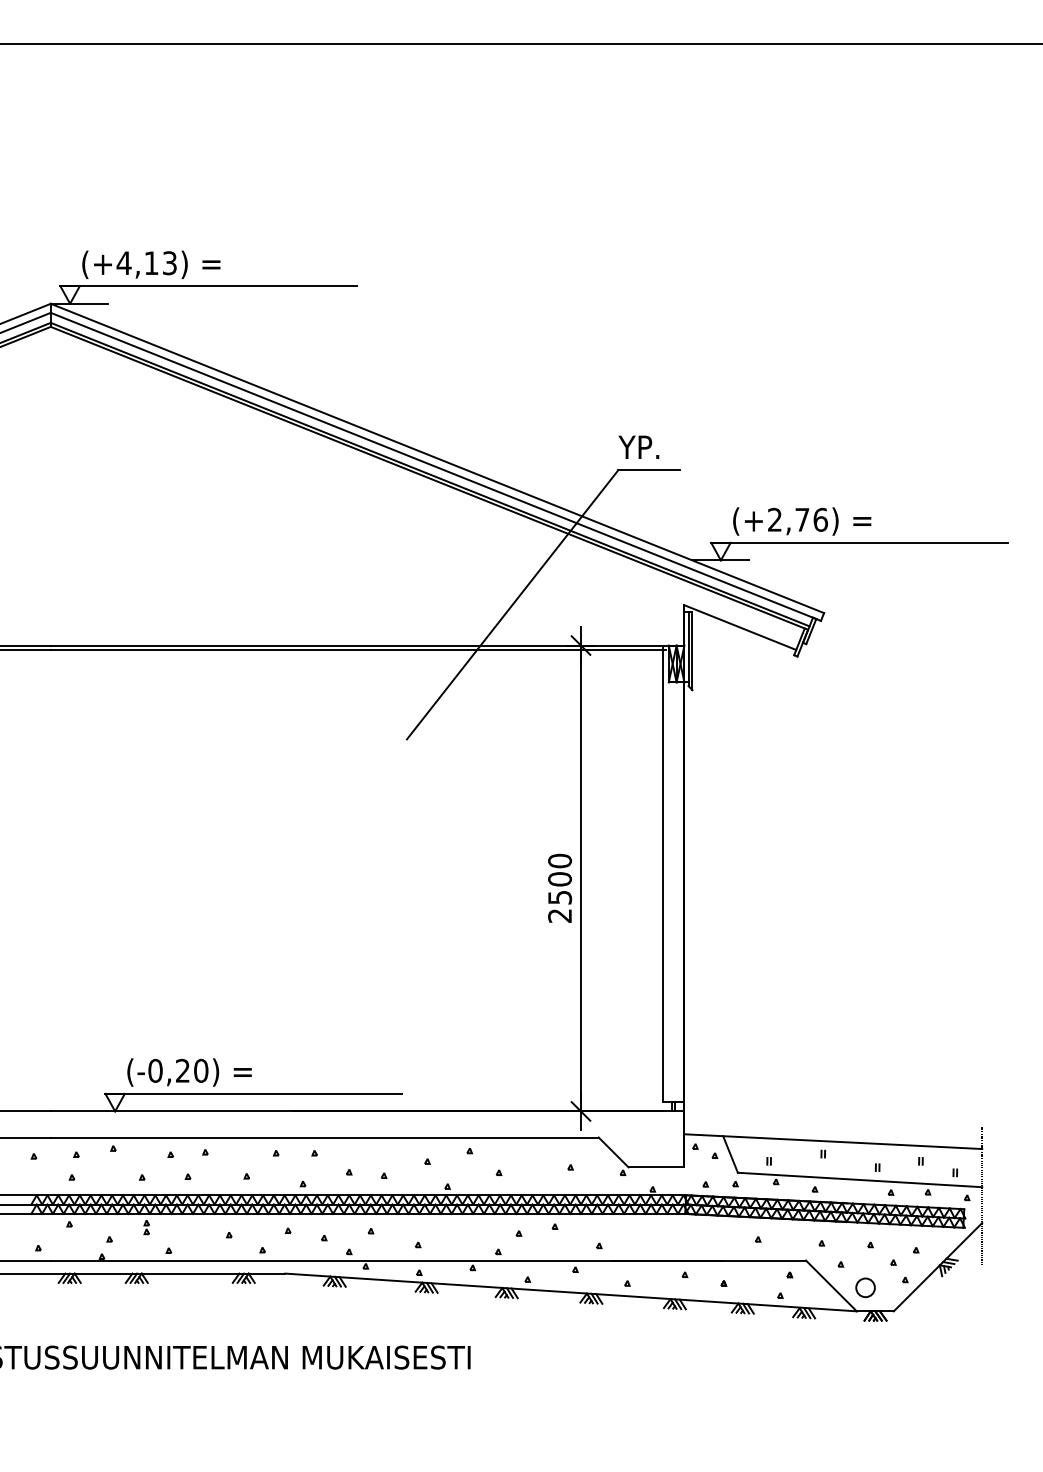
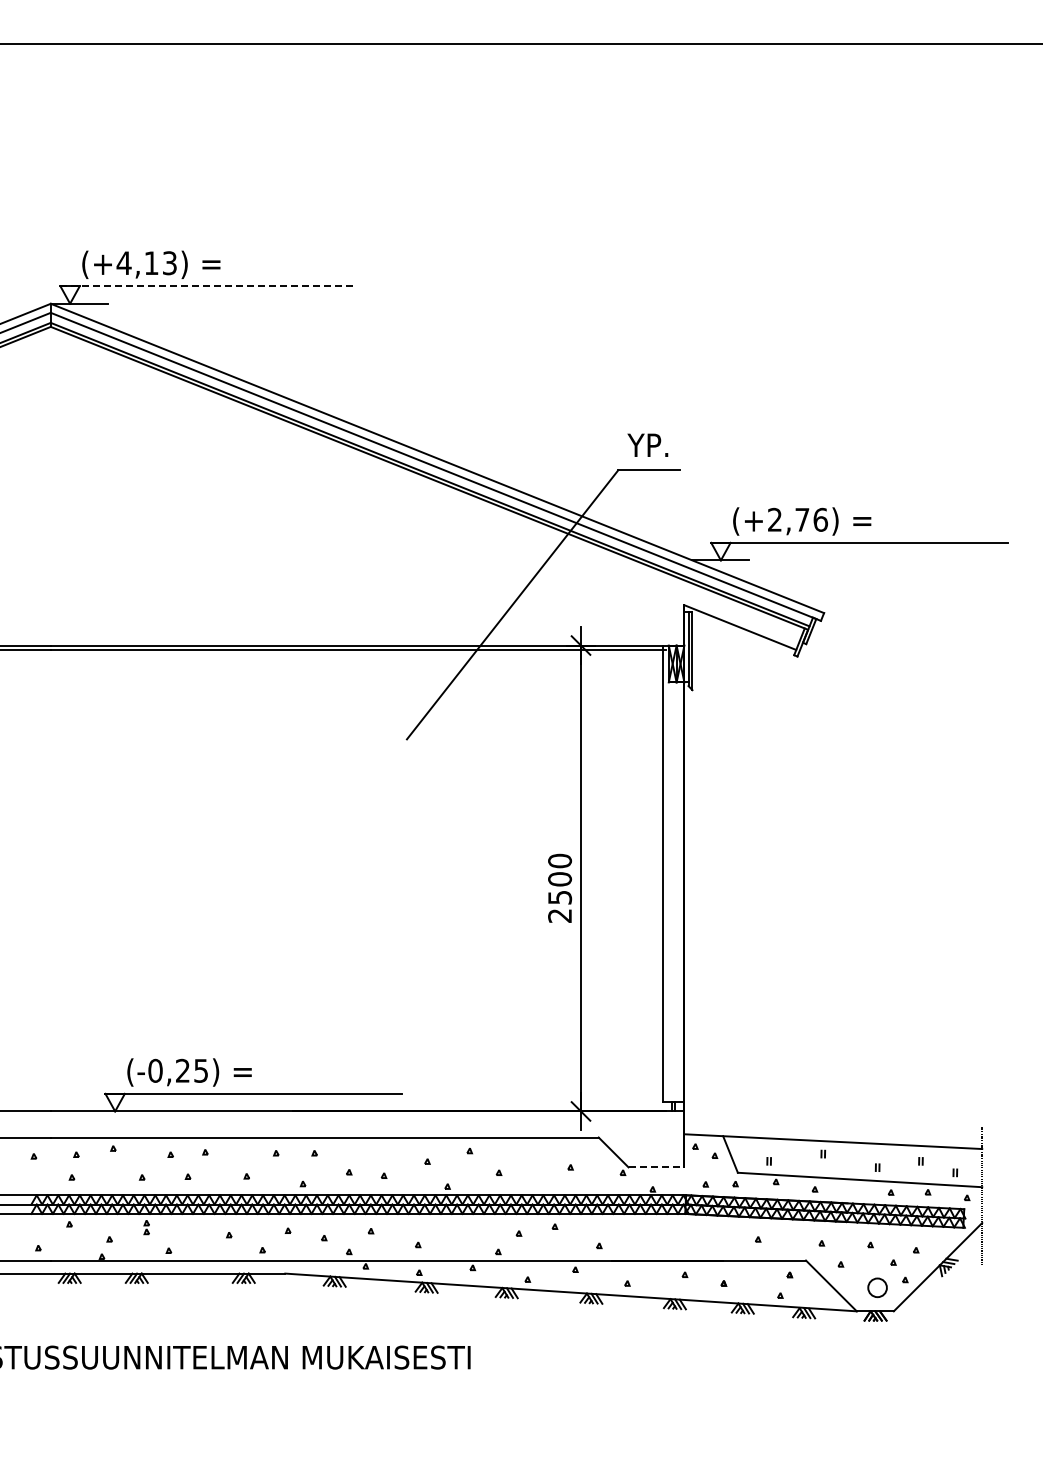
line at (209, 286): solid -> dashed
text at (638, 446) position: (638, 446) -> (647, 444)
text at (201, 1070): (-0,20) -> (-0,25)
line at (656, 1167): solid -> dashed
part at (865, 1287) position: (865, 1287) -> (877, 1287)
